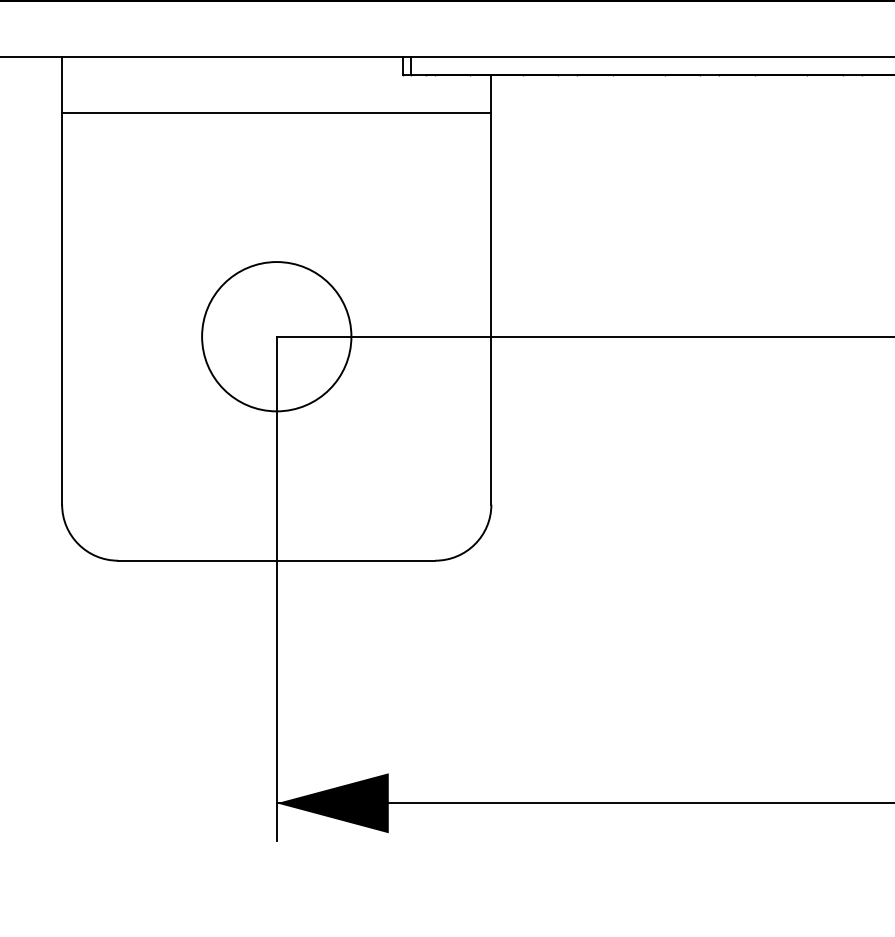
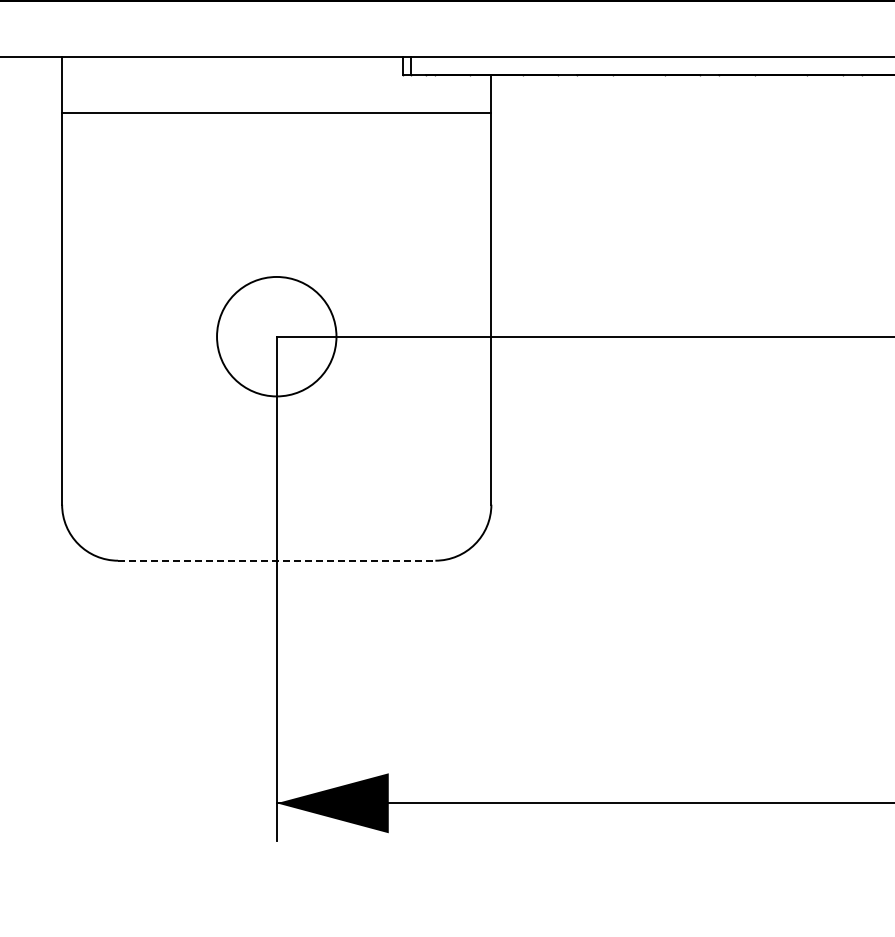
circle at (276, 336) diameter: 149 px -> 119 px
line at (276, 560): solid -> dashed
